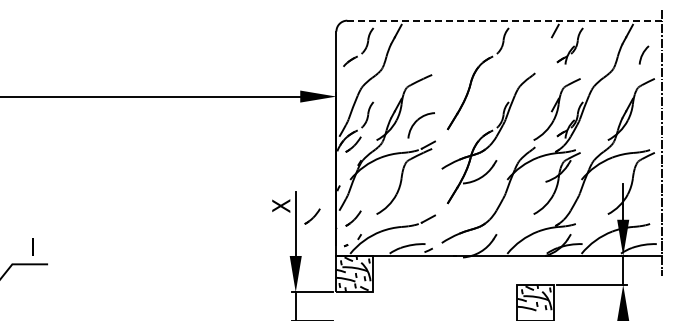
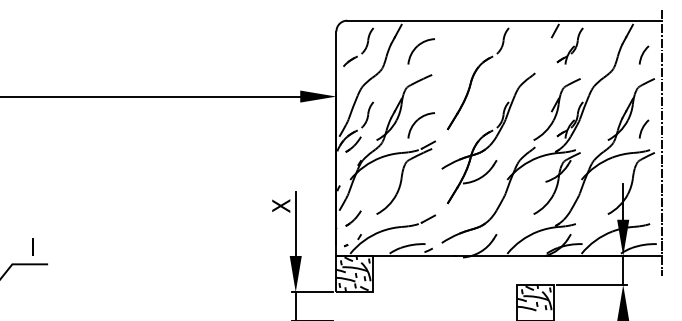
line at (503, 20): dashed -> solid
part at (420, 51): none -> present
arc at (643, 128): none -> present
line at (313, 216): present -> none
